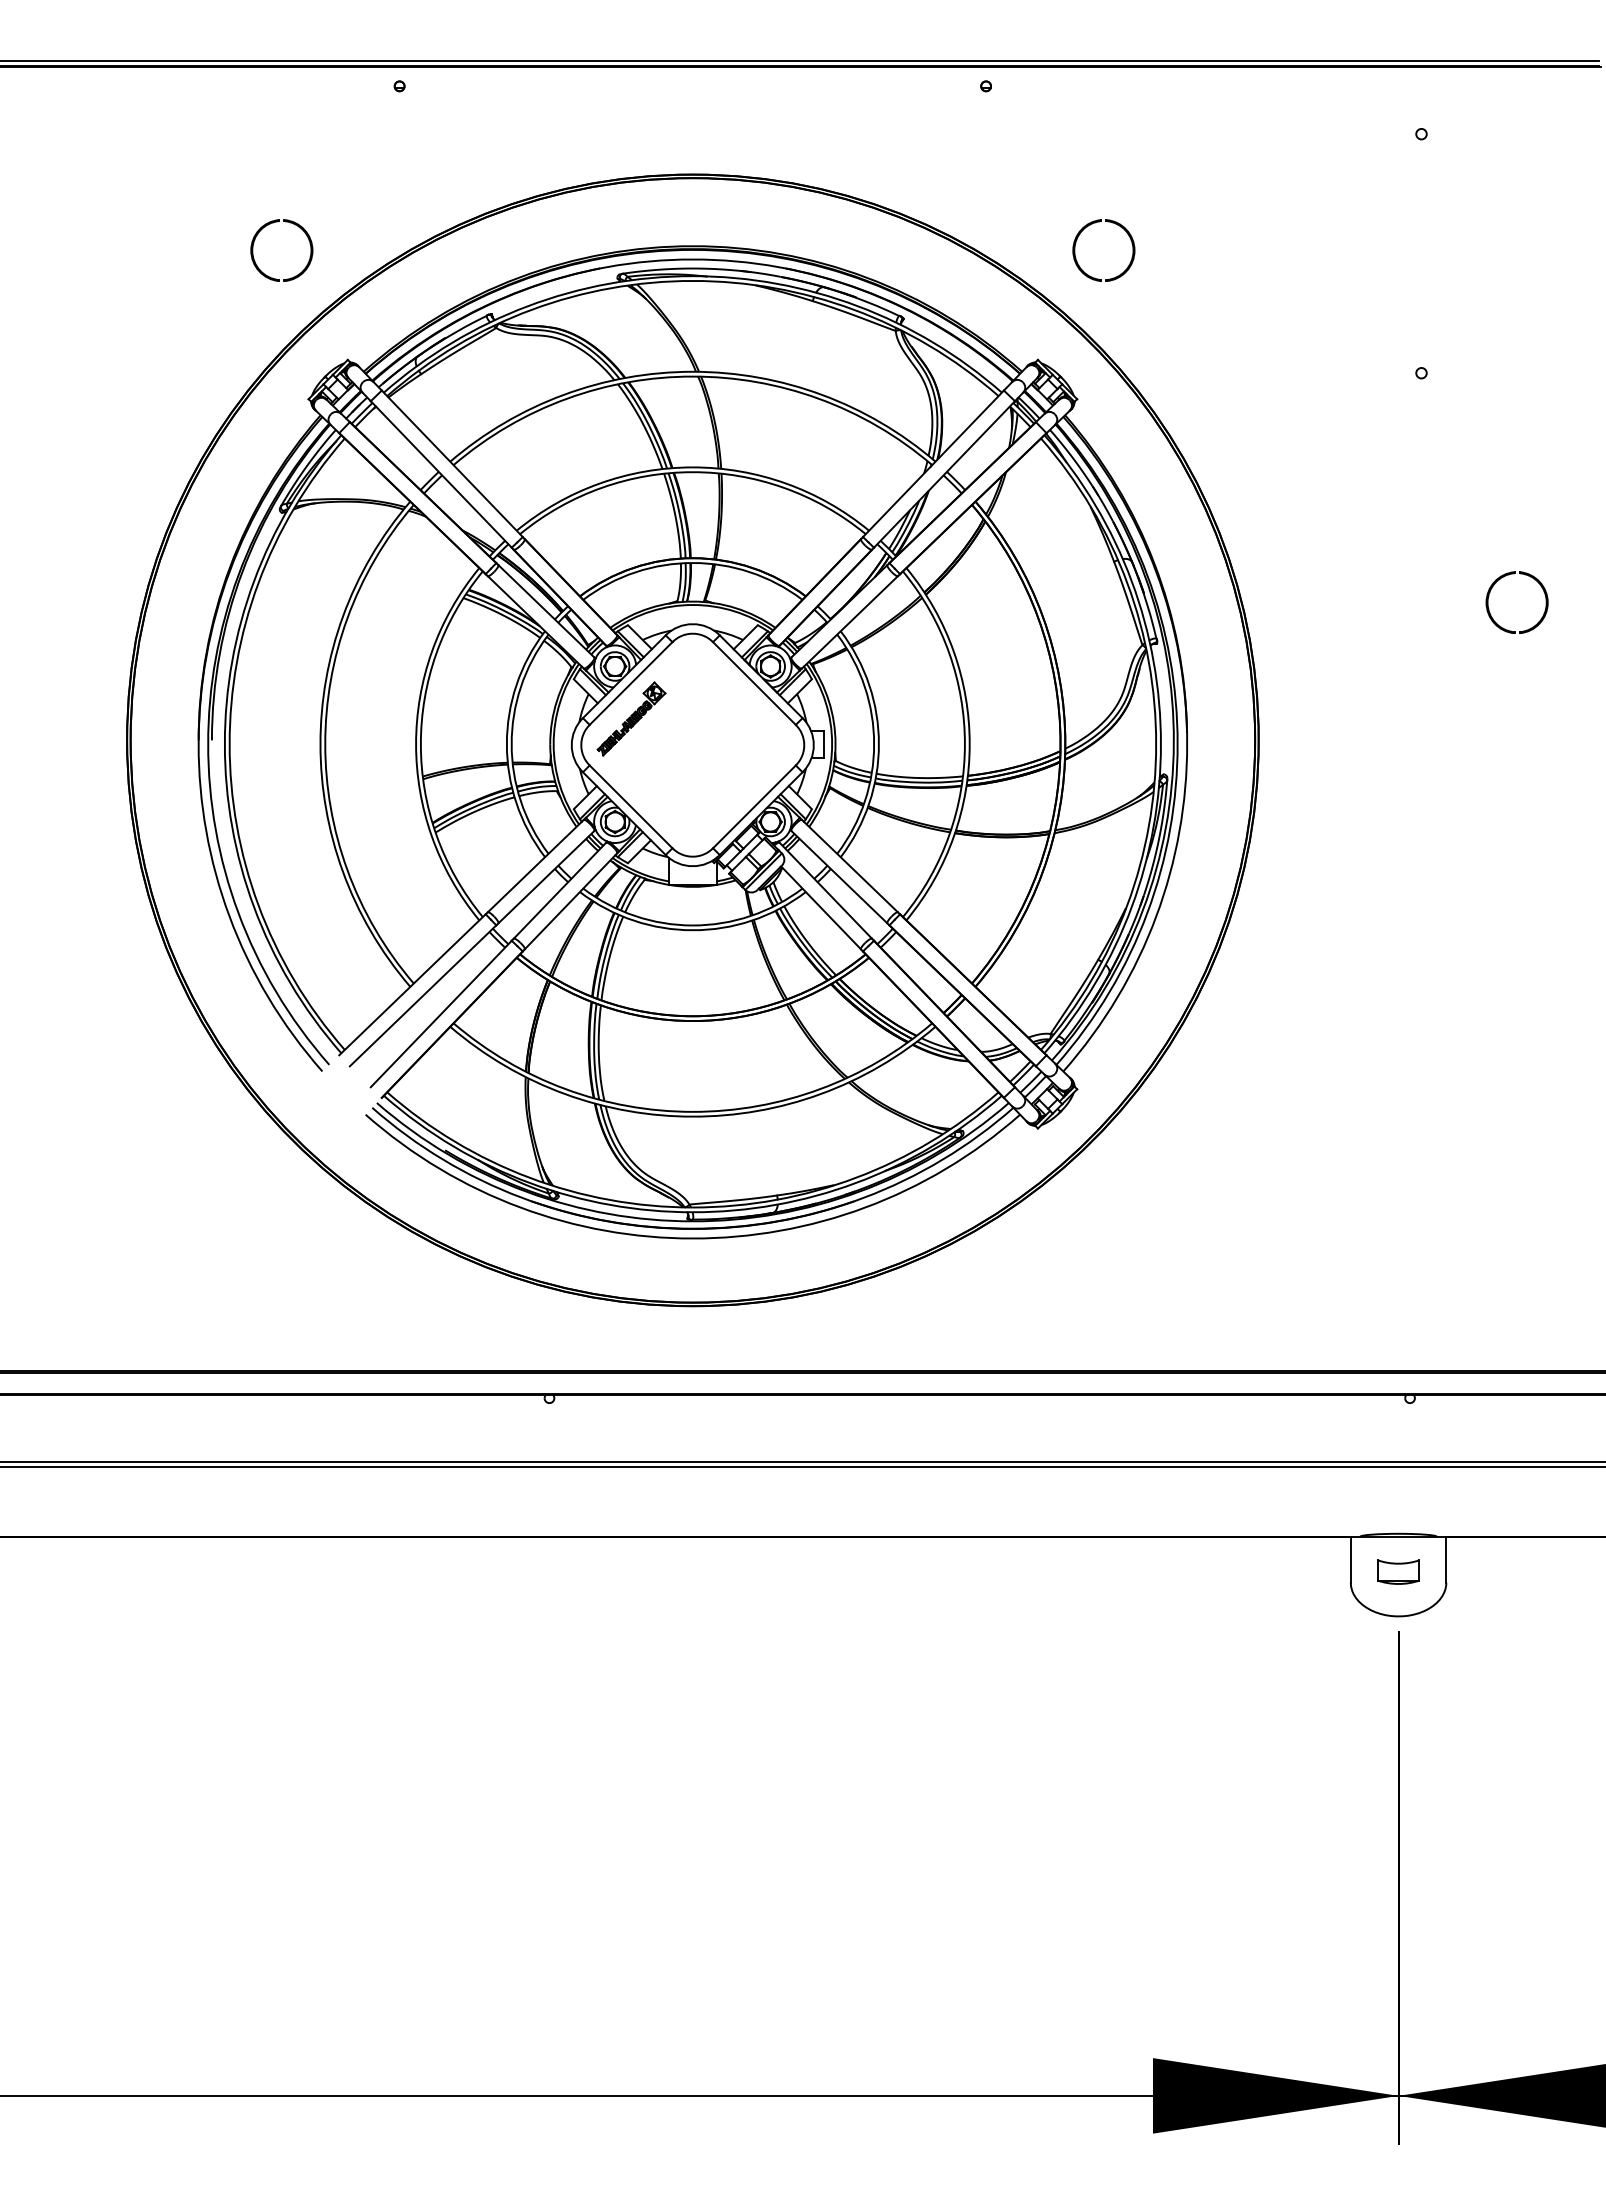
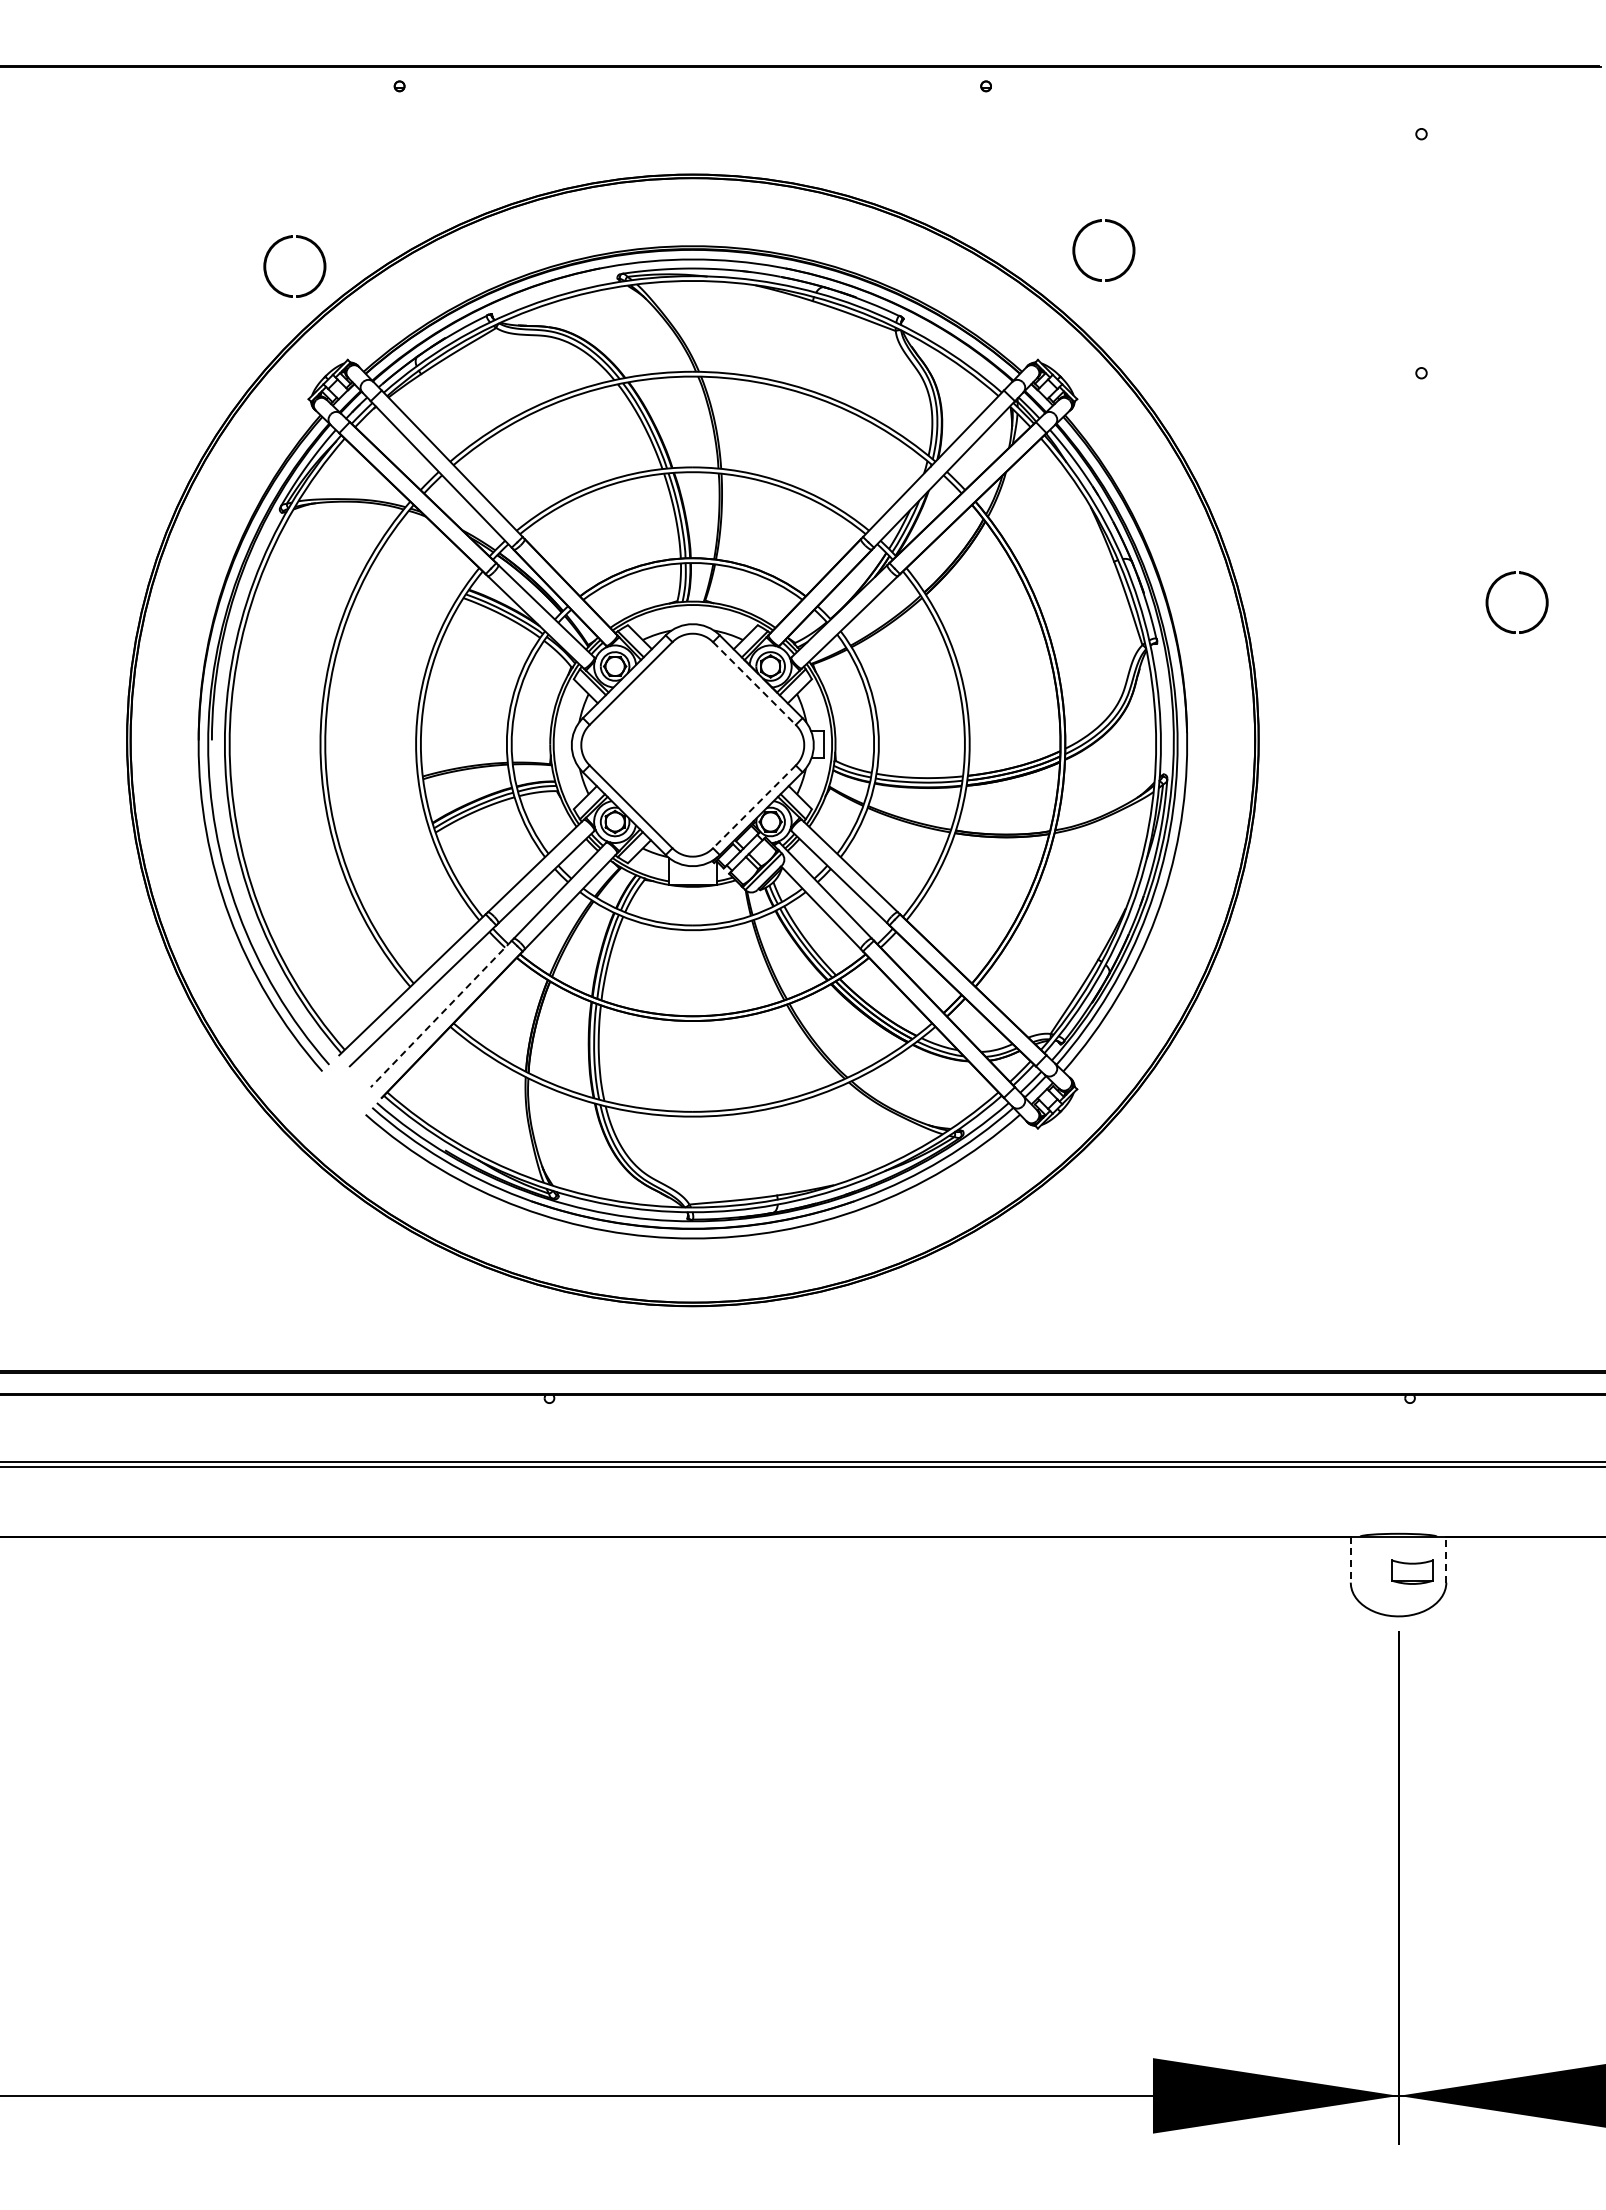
line at (800, 60): present -> none
part at (255, 240) position: (255, 240) -> (268, 256)
line at (754, 683): solid -> dashed
part at (631, 718): present -> none
line at (754, 806): solid -> dashed
line at (441, 1014): solid -> dashed
line at (1350, 1559): solid -> dashed
line at (1446, 1559): solid -> dashed
part at (1398, 1571) position: (1398, 1571) -> (1412, 1571)
